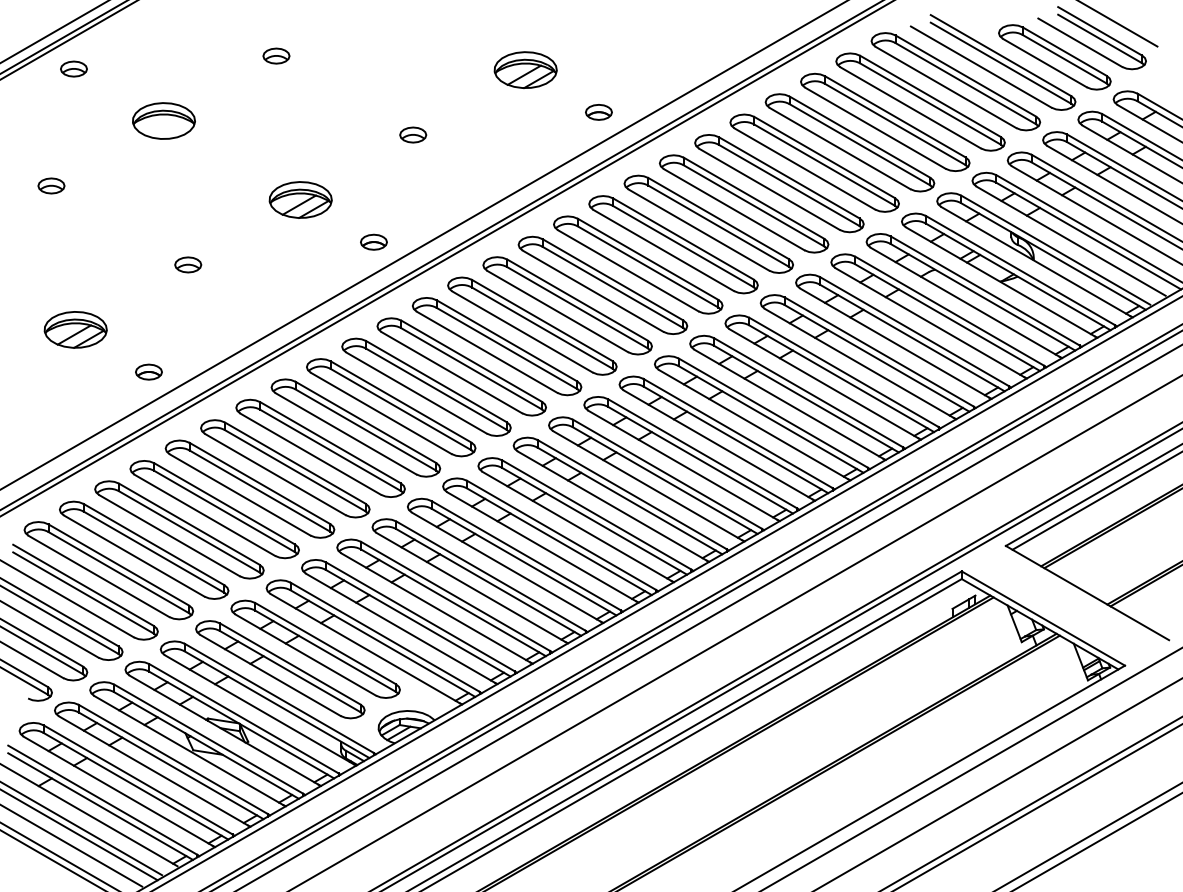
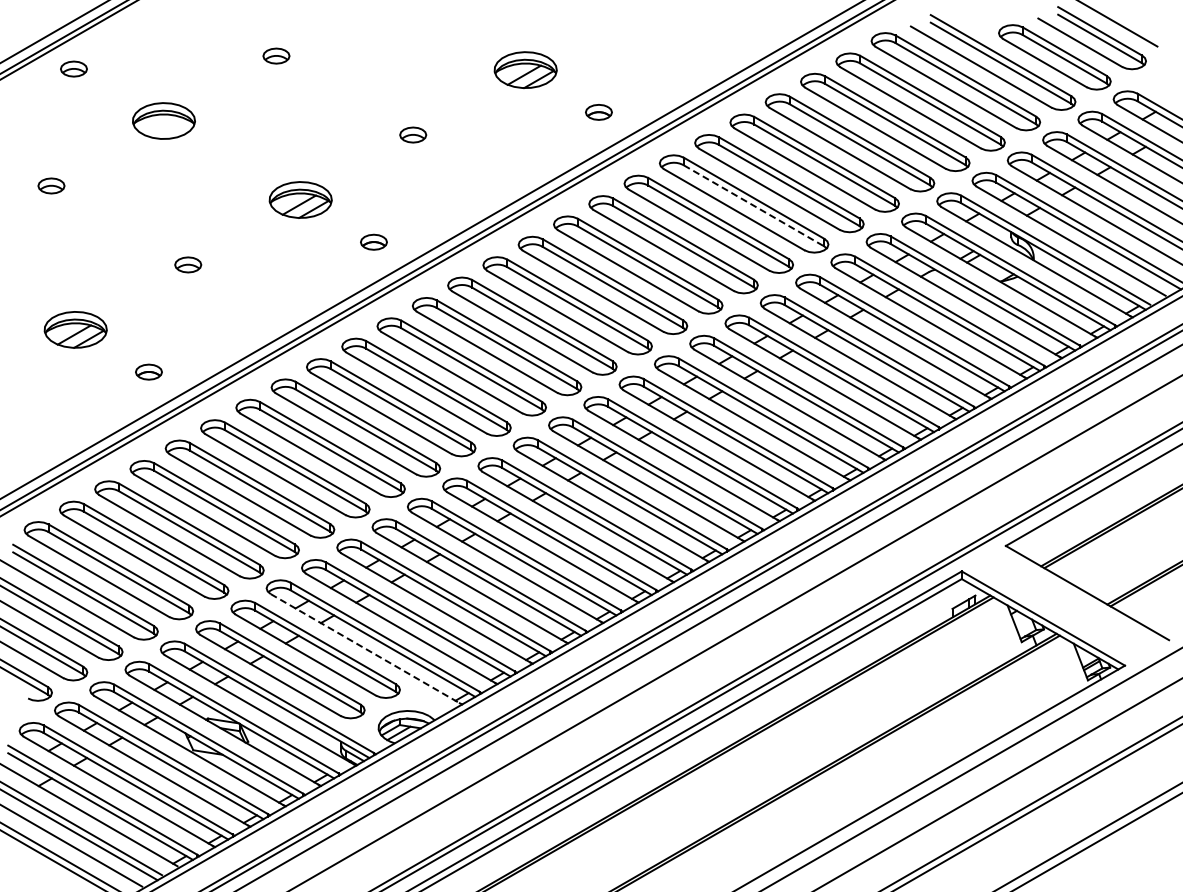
line at (754, 206): solid -> dashed
line at (423, 245) position: (423, 245) -> (431, 249)
line at (1095, 501): present -> none
line at (365, 648): solid -> dashed
